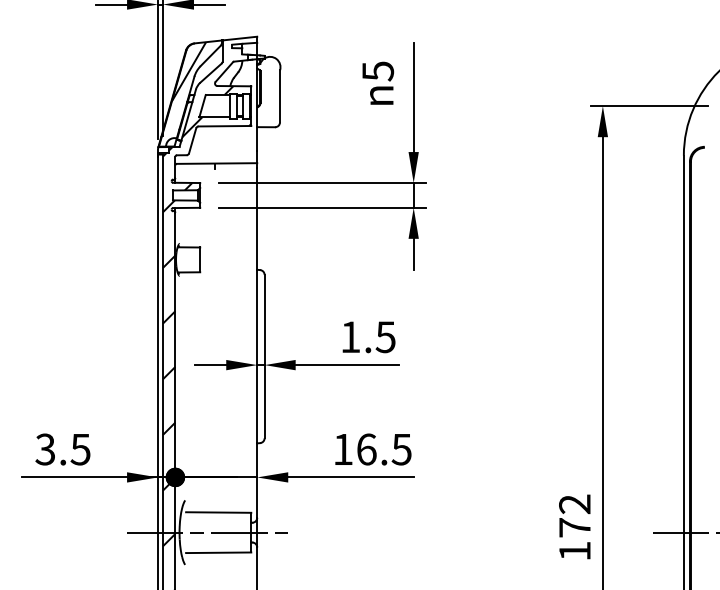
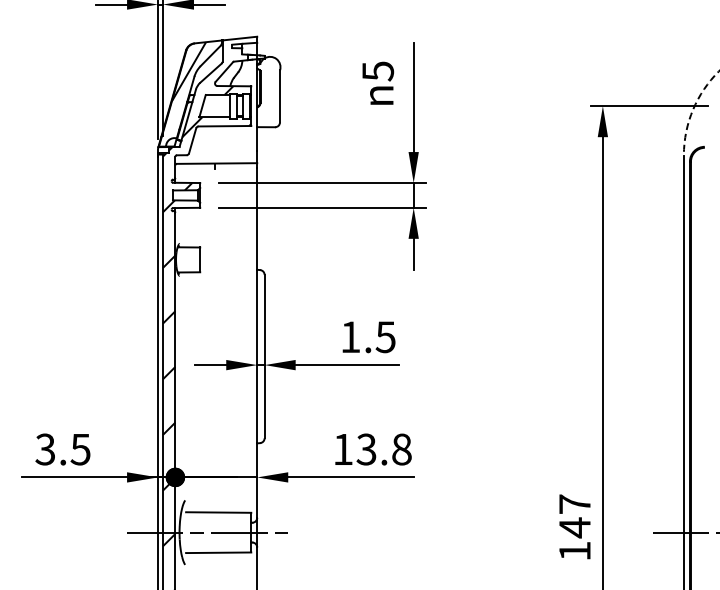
arc at (693, 109): solid -> dashed
text at (383, 449): 16.5 -> 13.8
text at (574, 516): 172 -> 147
